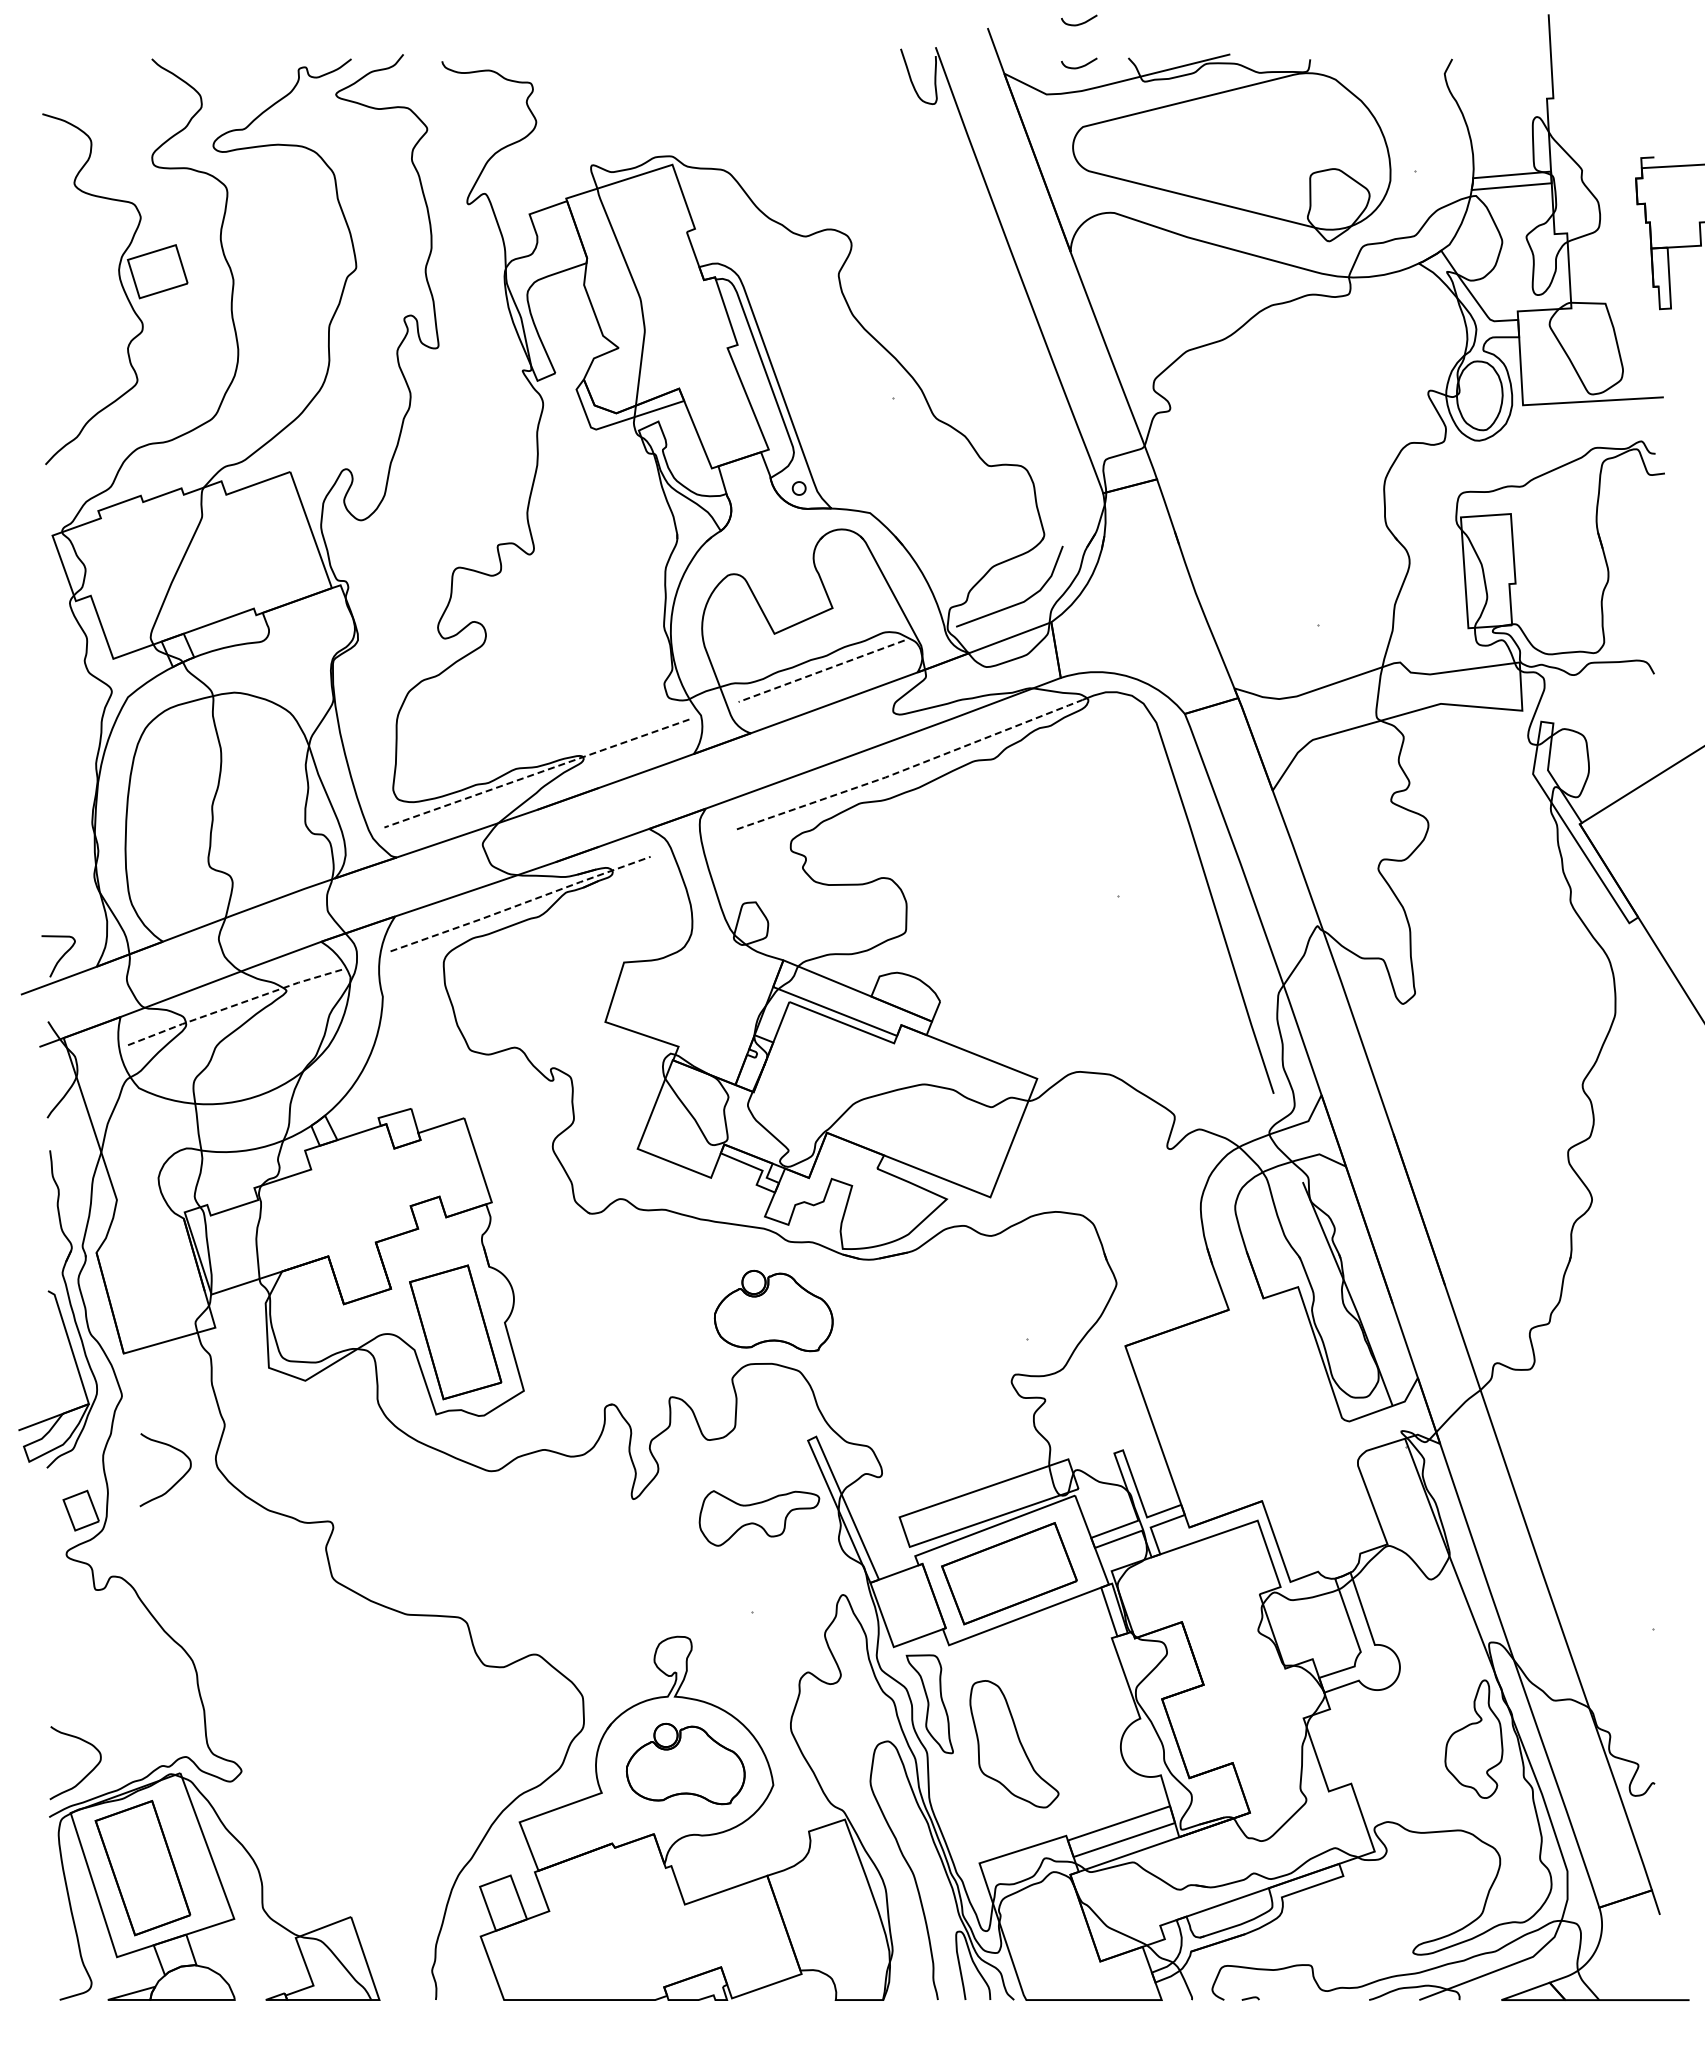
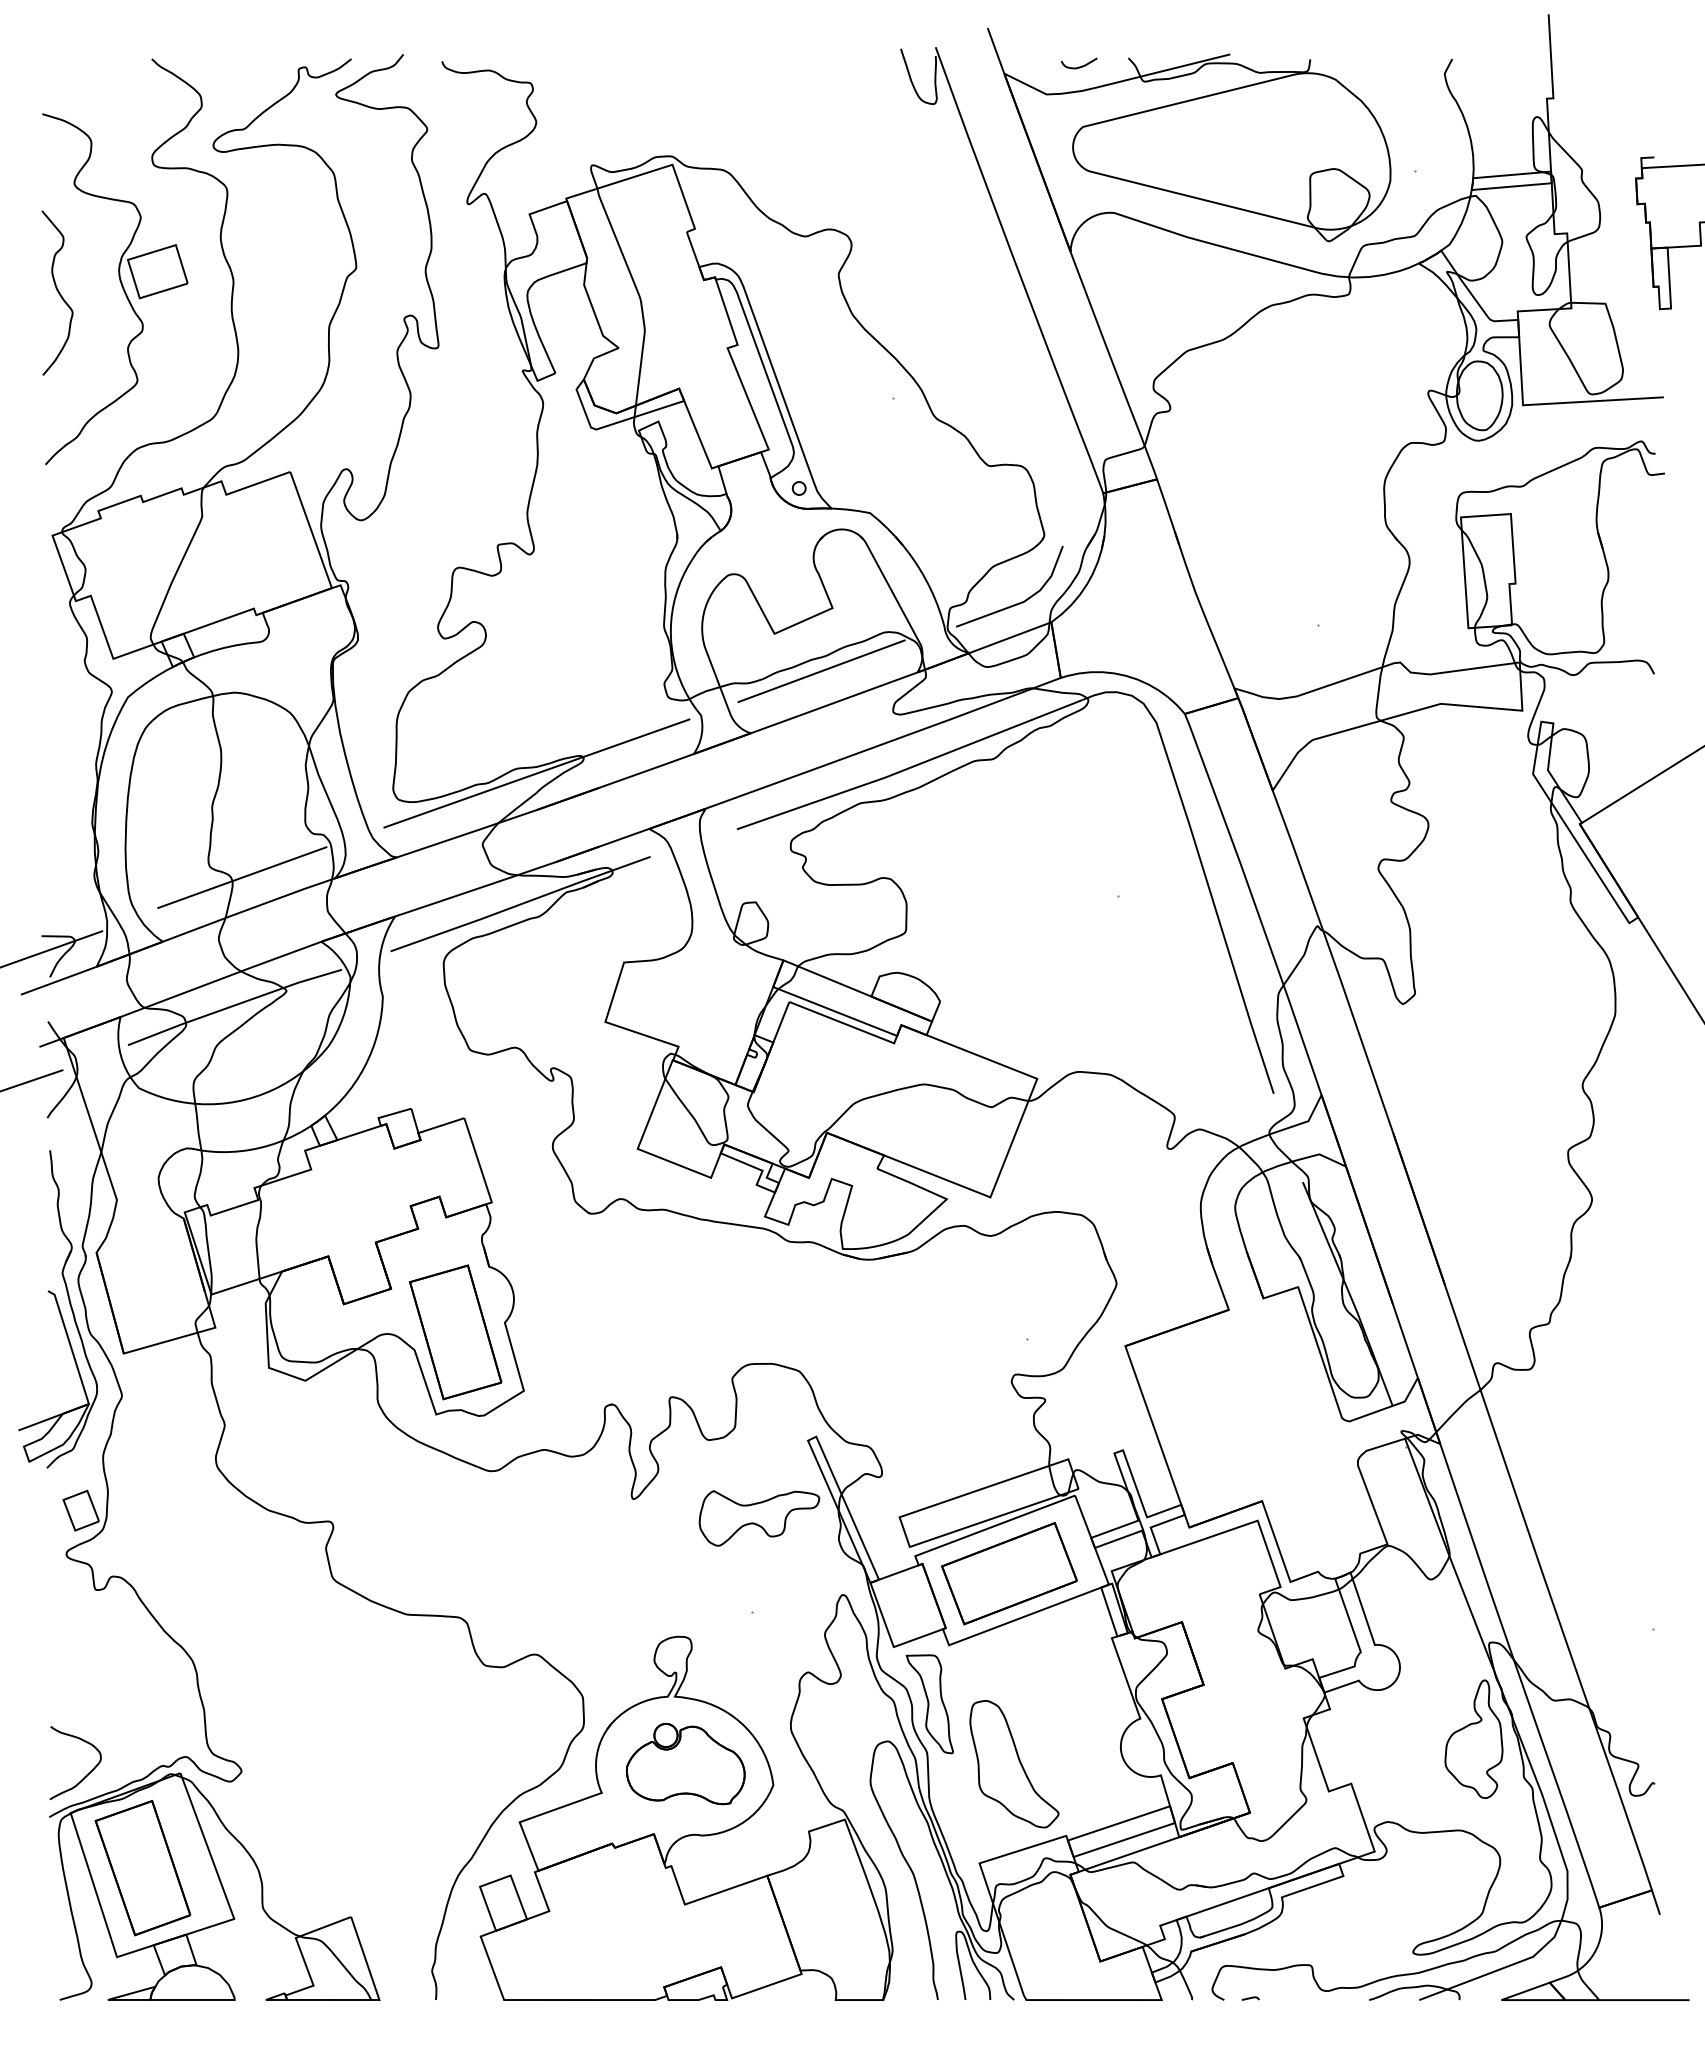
curve at (1079, 23): present -> none
curve at (57, 292): none -> present
line at (821, 671): dashed -> solid
line at (911, 767): dashed -> solid
line at (536, 773): dashed -> solid
line at (242, 877): none -> present
line at (520, 904): dashed -> solid
line at (52, 948): none -> present
line at (234, 1005): dashed -> solid
line at (32, 1080): none -> present
part at (773, 1310): present -> none
curve at (176, 1481): present -> none
part at (1014, 1744) position: (1014, 1744) -> (1014, 1764)
